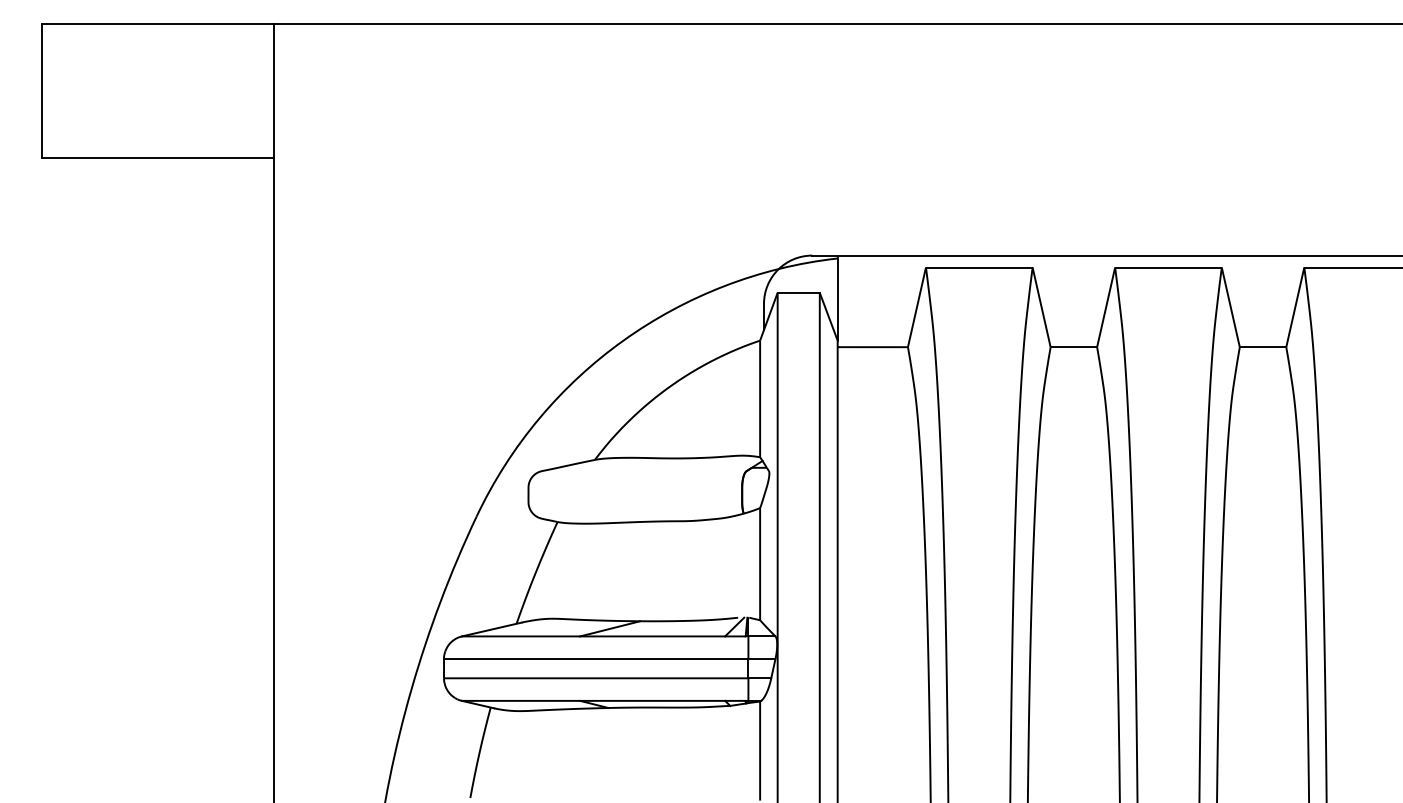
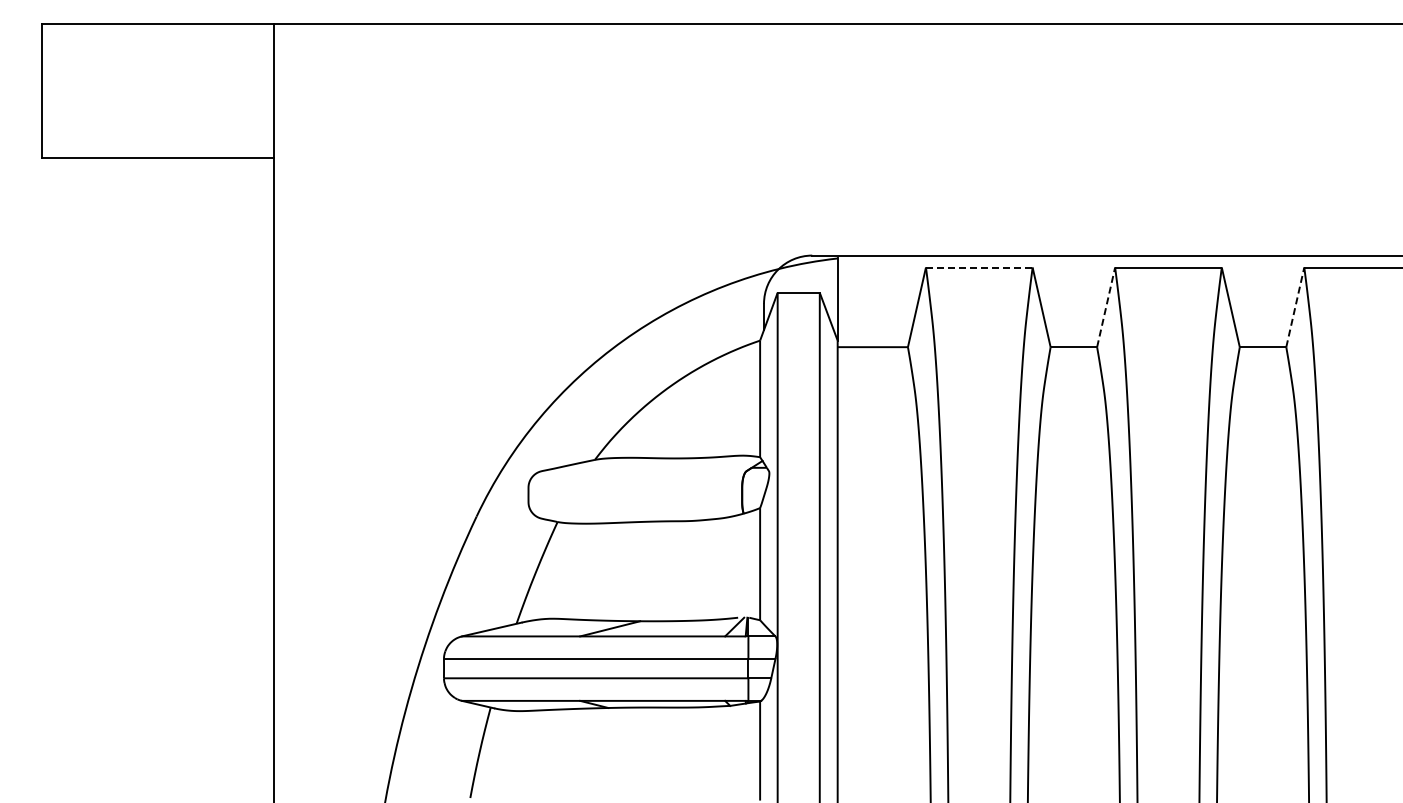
line at (979, 267): solid -> dashed
line at (1106, 307): solid -> dashed
line at (1295, 307): solid -> dashed
